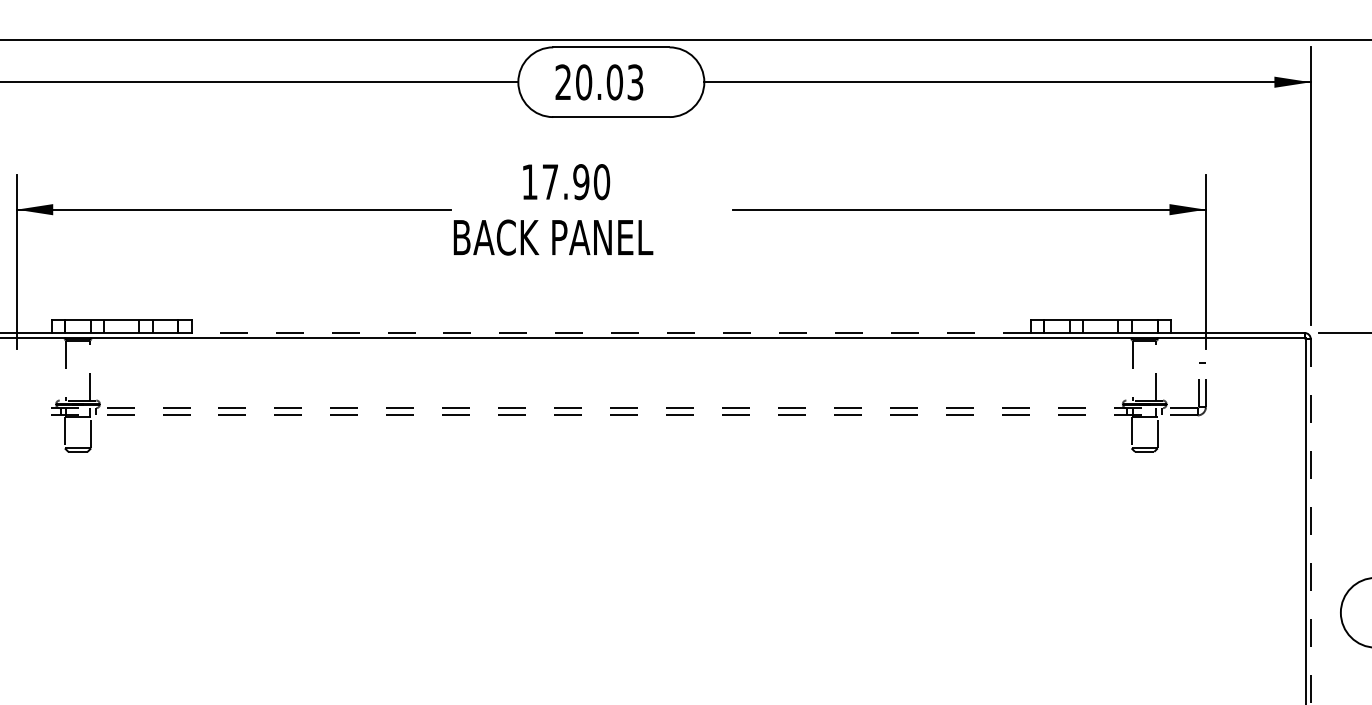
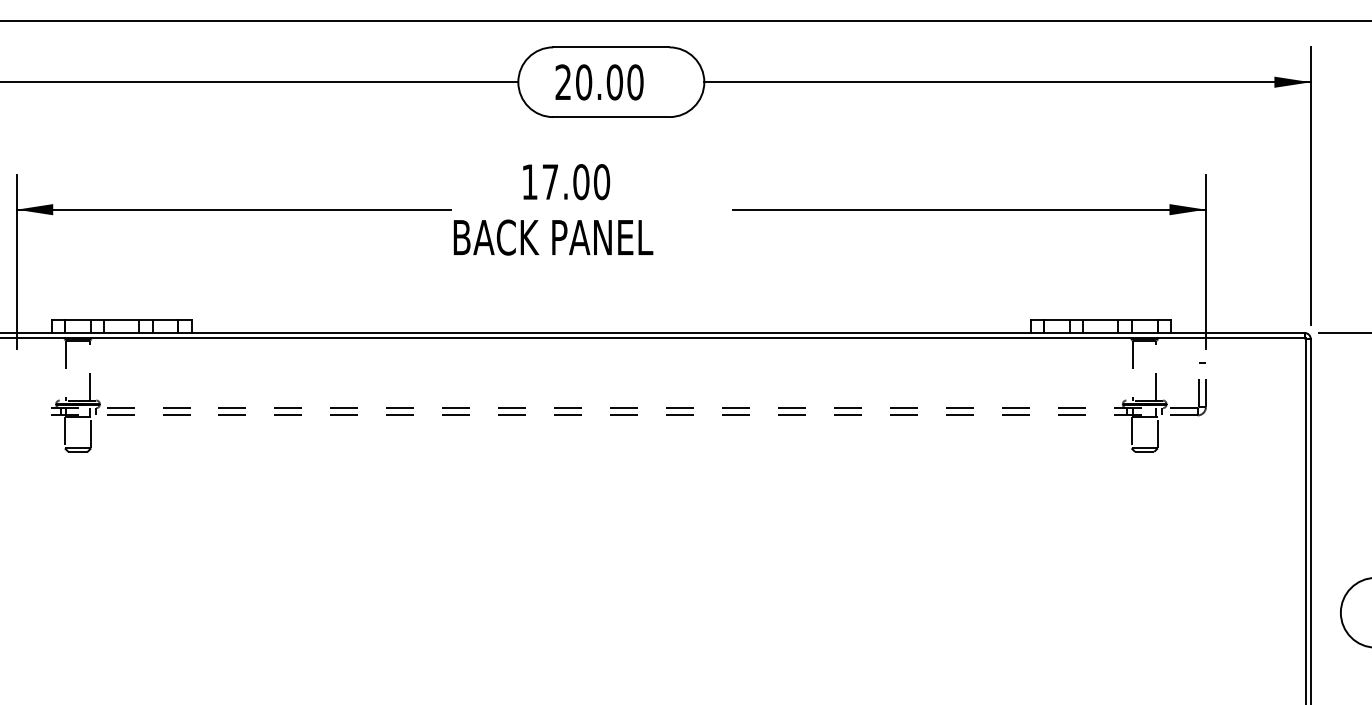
line at (685, 39) position: (685, 39) -> (685, 20)
text at (635, 82): 20.03 -> 20.00
text at (581, 182): 17.90 -> 17.00
line at (611, 332): dashed -> solid
line at (1310, 521): dashed -> solid
